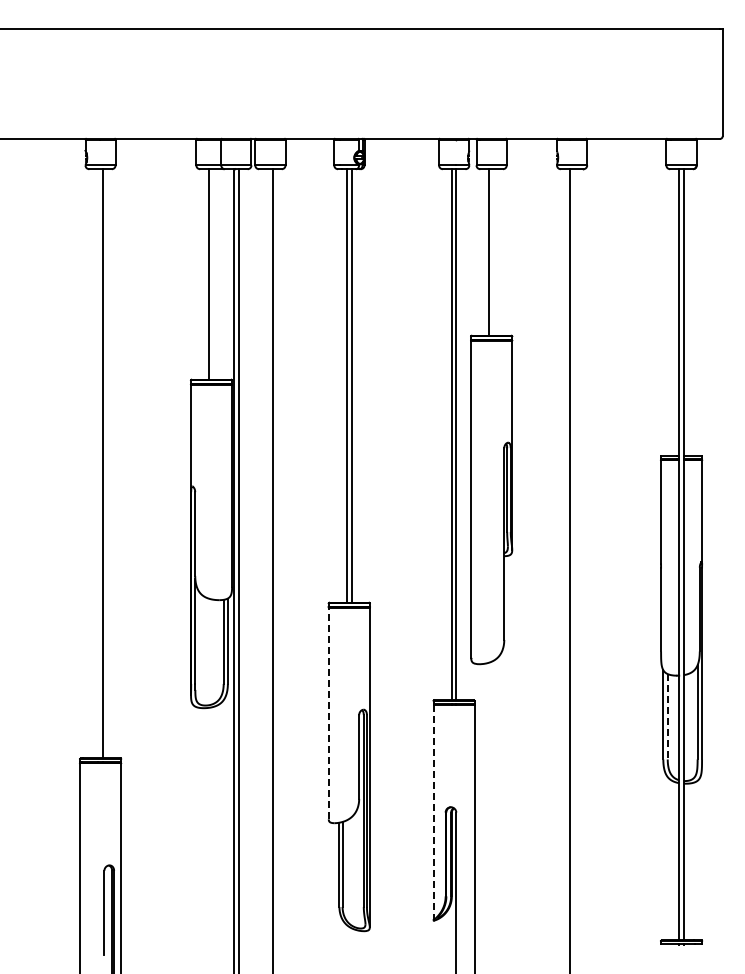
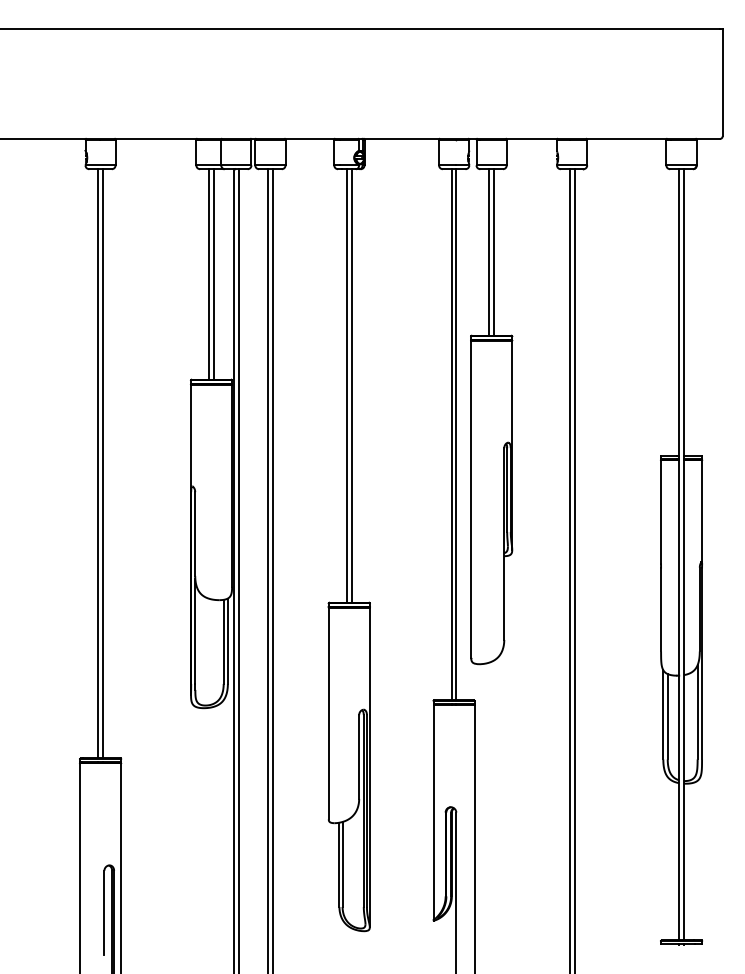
line at (494, 252): none -> present
line at (213, 274): none -> present
line at (98, 463): none -> present
line at (268, 569): none -> present
line at (574, 569): none -> present
line at (328, 713): dashed -> solid
line at (667, 716): dashed -> solid
line at (433, 812): dashed -> solid
